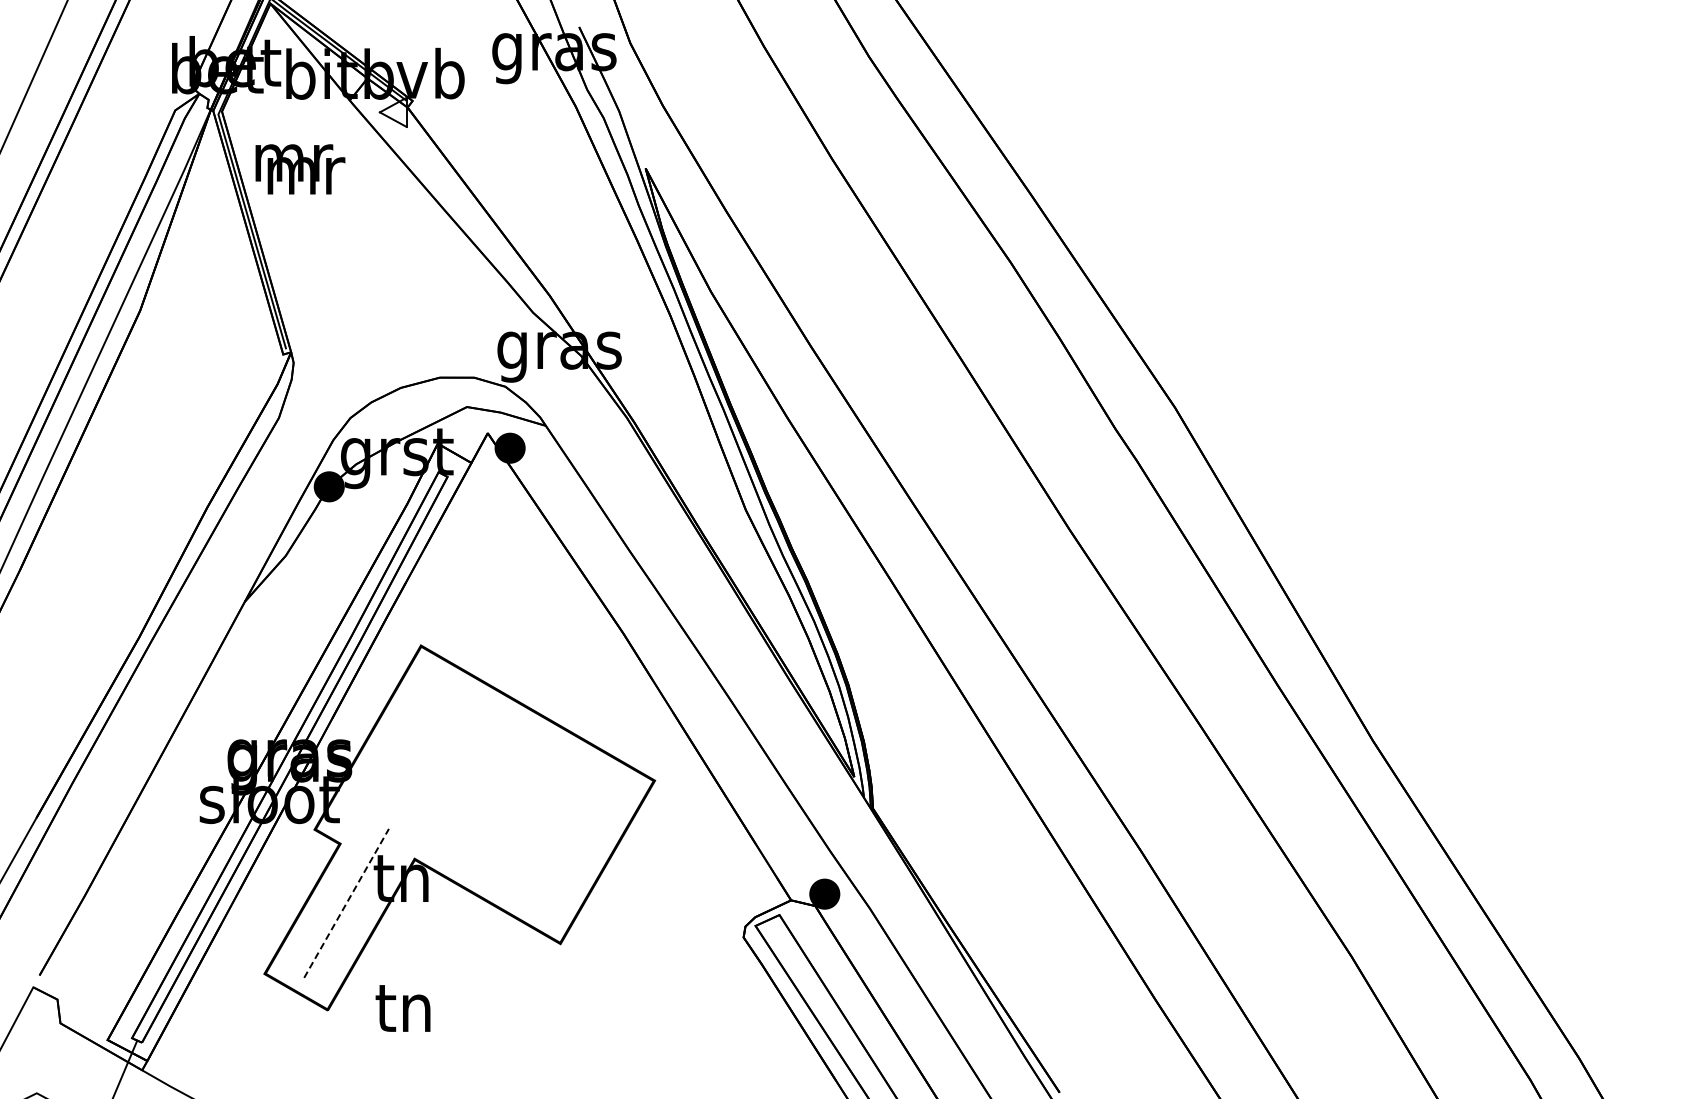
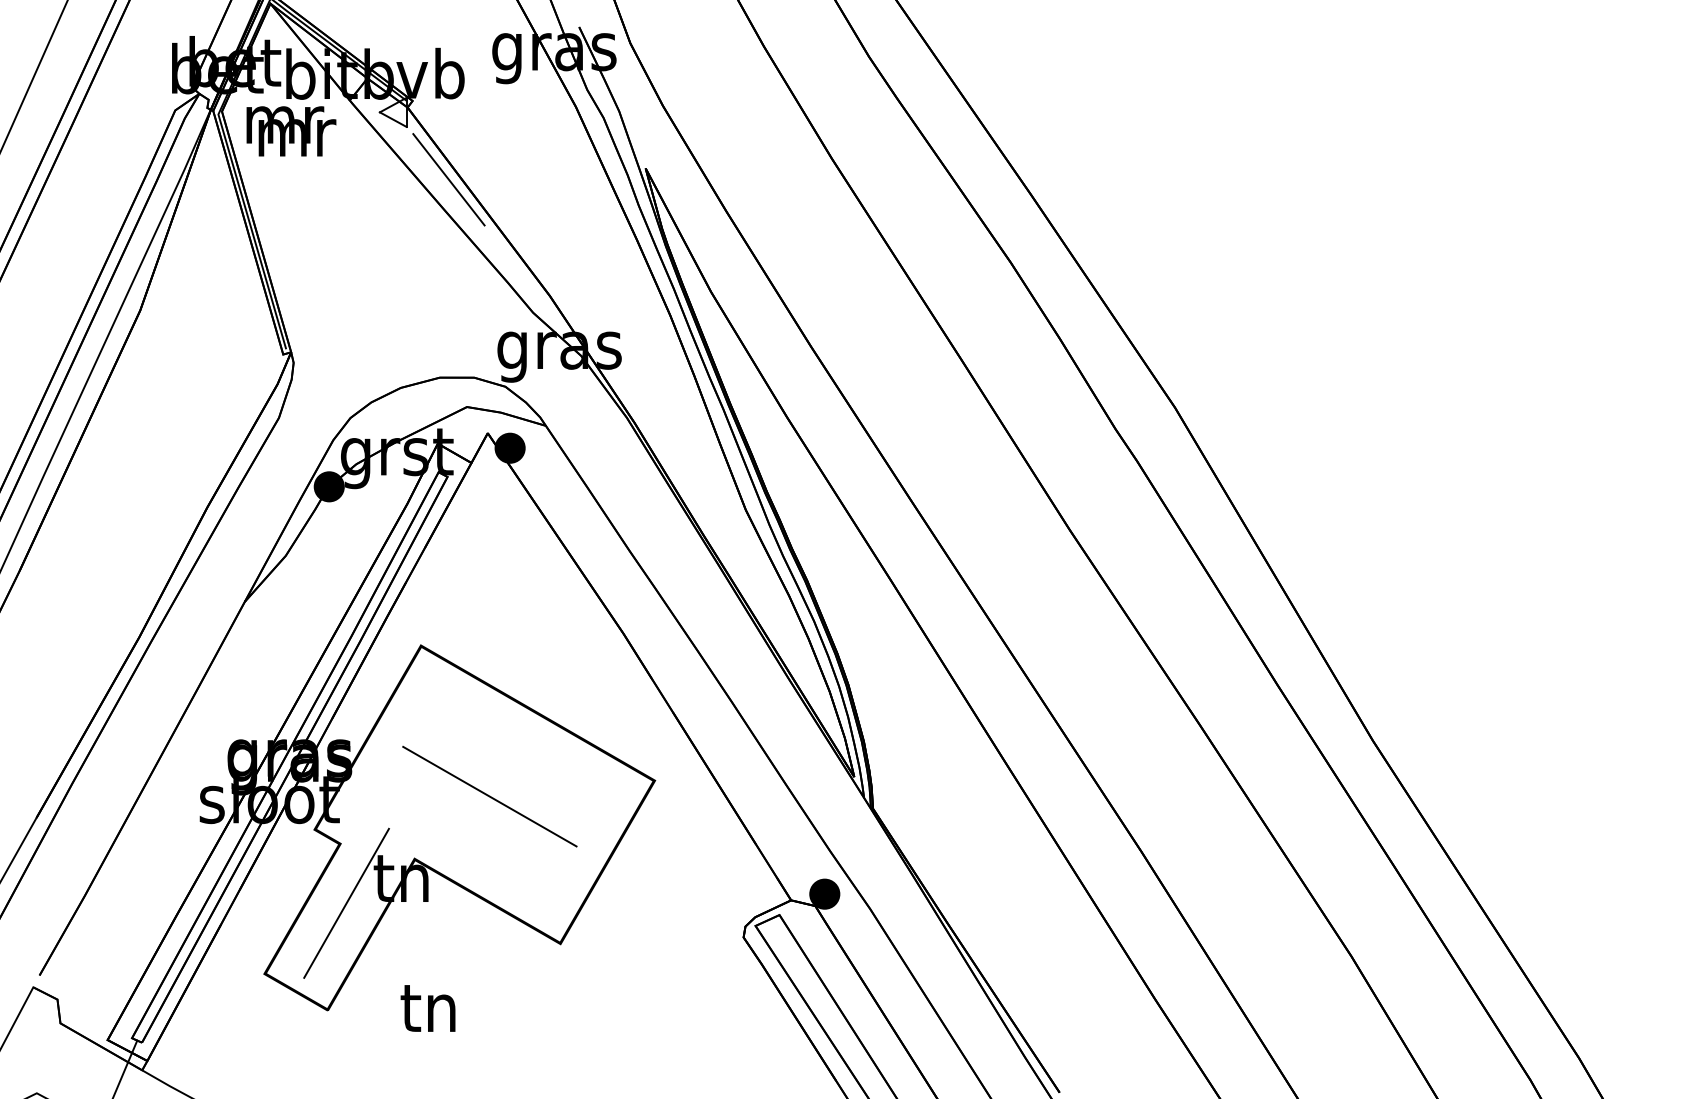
text at (300, 169) position: (300, 169) -> (291, 131)
line at (448, 179): none -> present
line at (489, 796): none -> present
line at (346, 903): dashed -> solid
text at (402, 1008) position: (402, 1008) -> (427, 1008)
